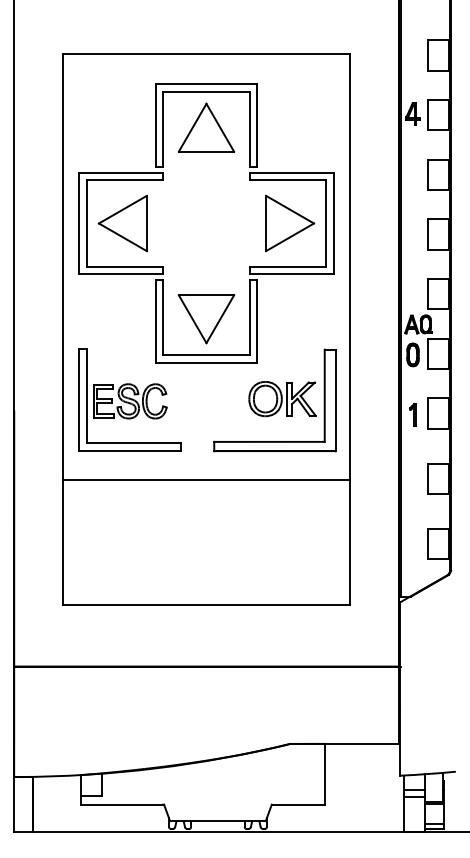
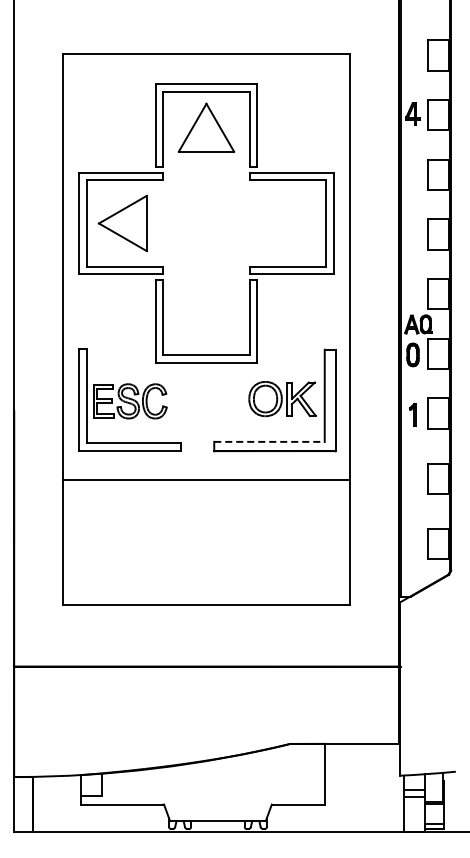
part at (290, 223): present -> none
part at (206, 319): present -> none
line at (269, 441): solid -> dashed
